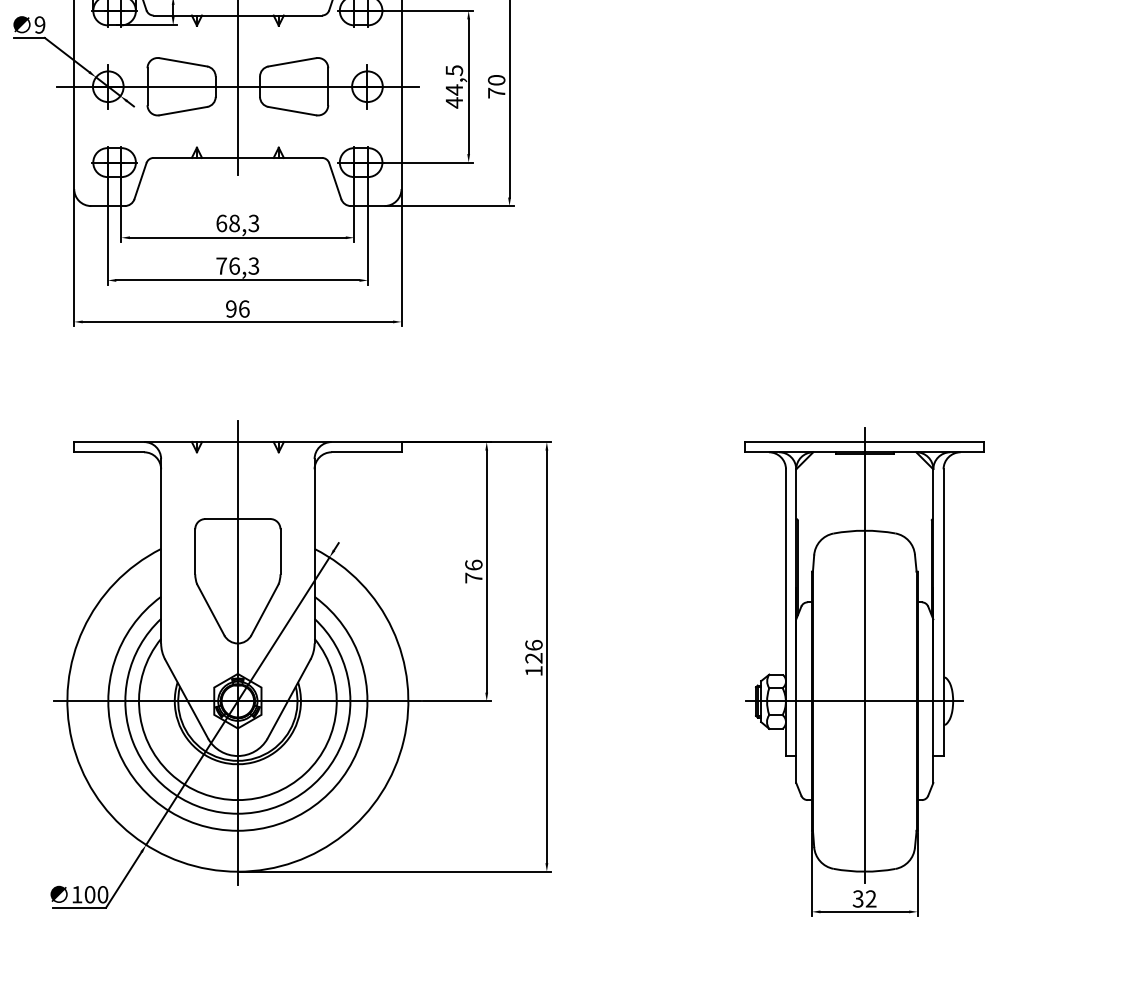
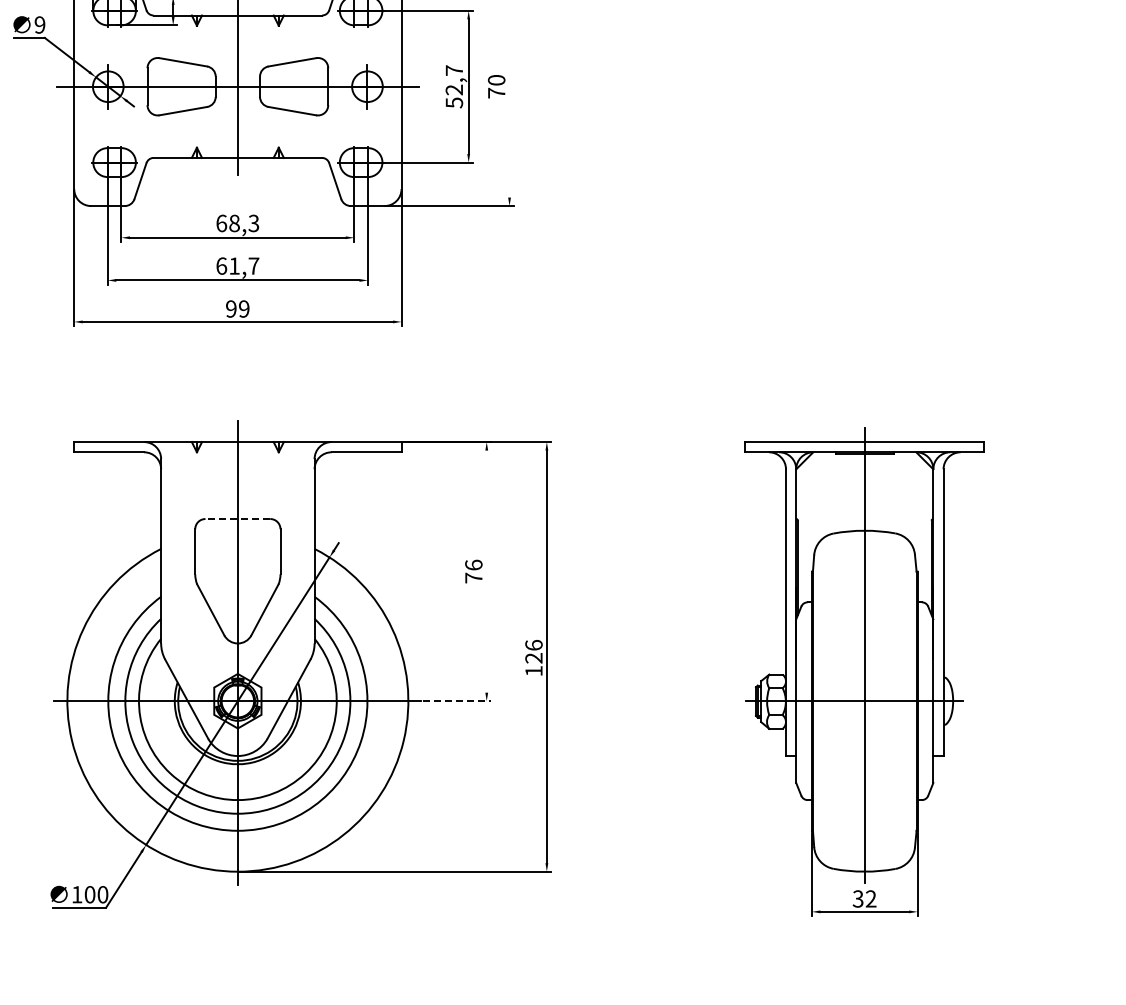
text at (454, 86): 44,5 -> 52,7
line at (509, 99): present -> none
text at (237, 265): 76,3 -> 61,7
text at (244, 308): 96 -> 99
line at (237, 519): solid -> dashed
line at (486, 571): present -> none
line at (457, 701): solid -> dashed
